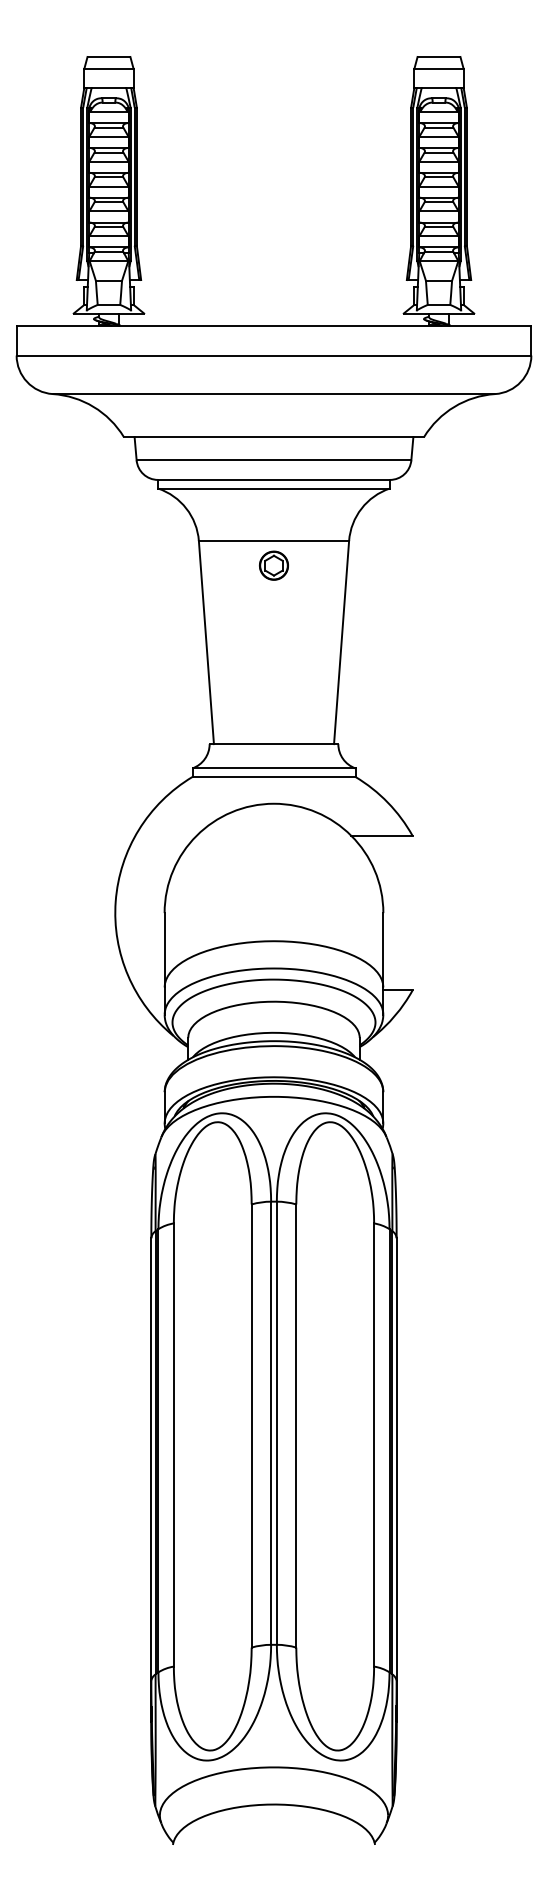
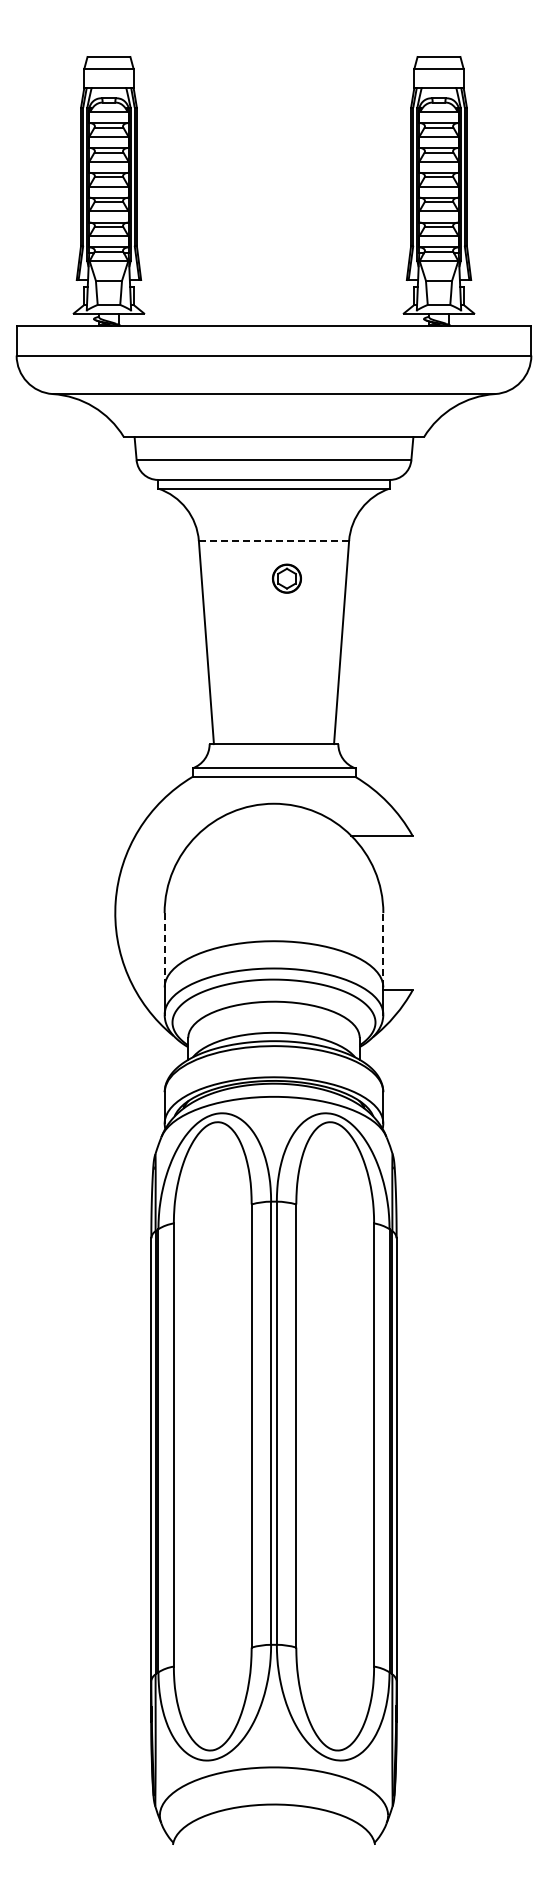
line at (274, 541): solid -> dashed
part at (273, 565) position: (273, 565) -> (286, 578)
line at (383, 949): solid -> dashed
line at (164, 950): solid -> dashed
